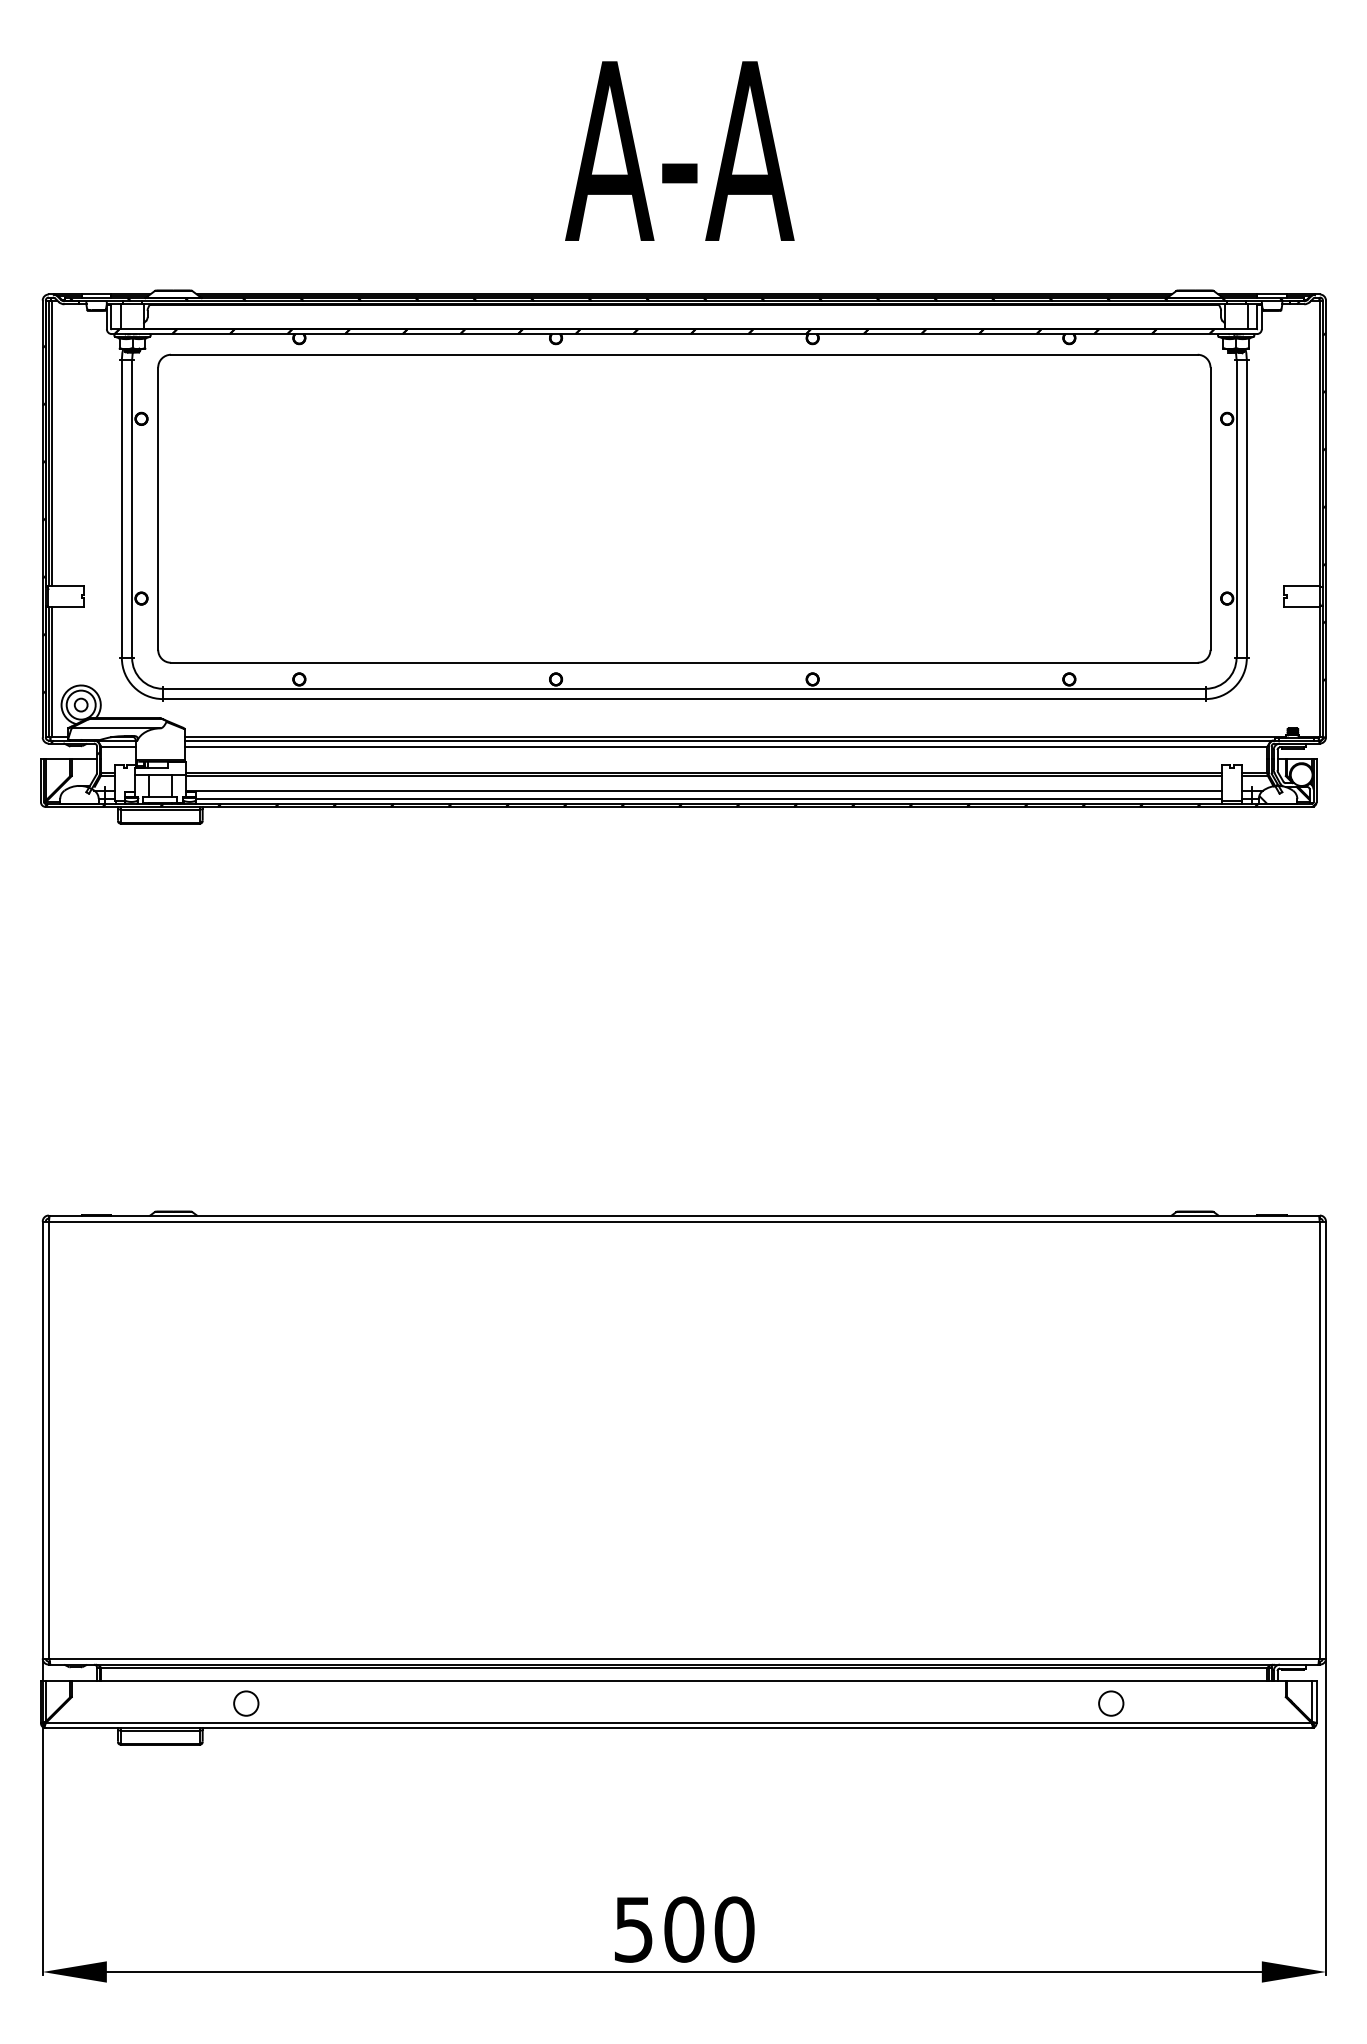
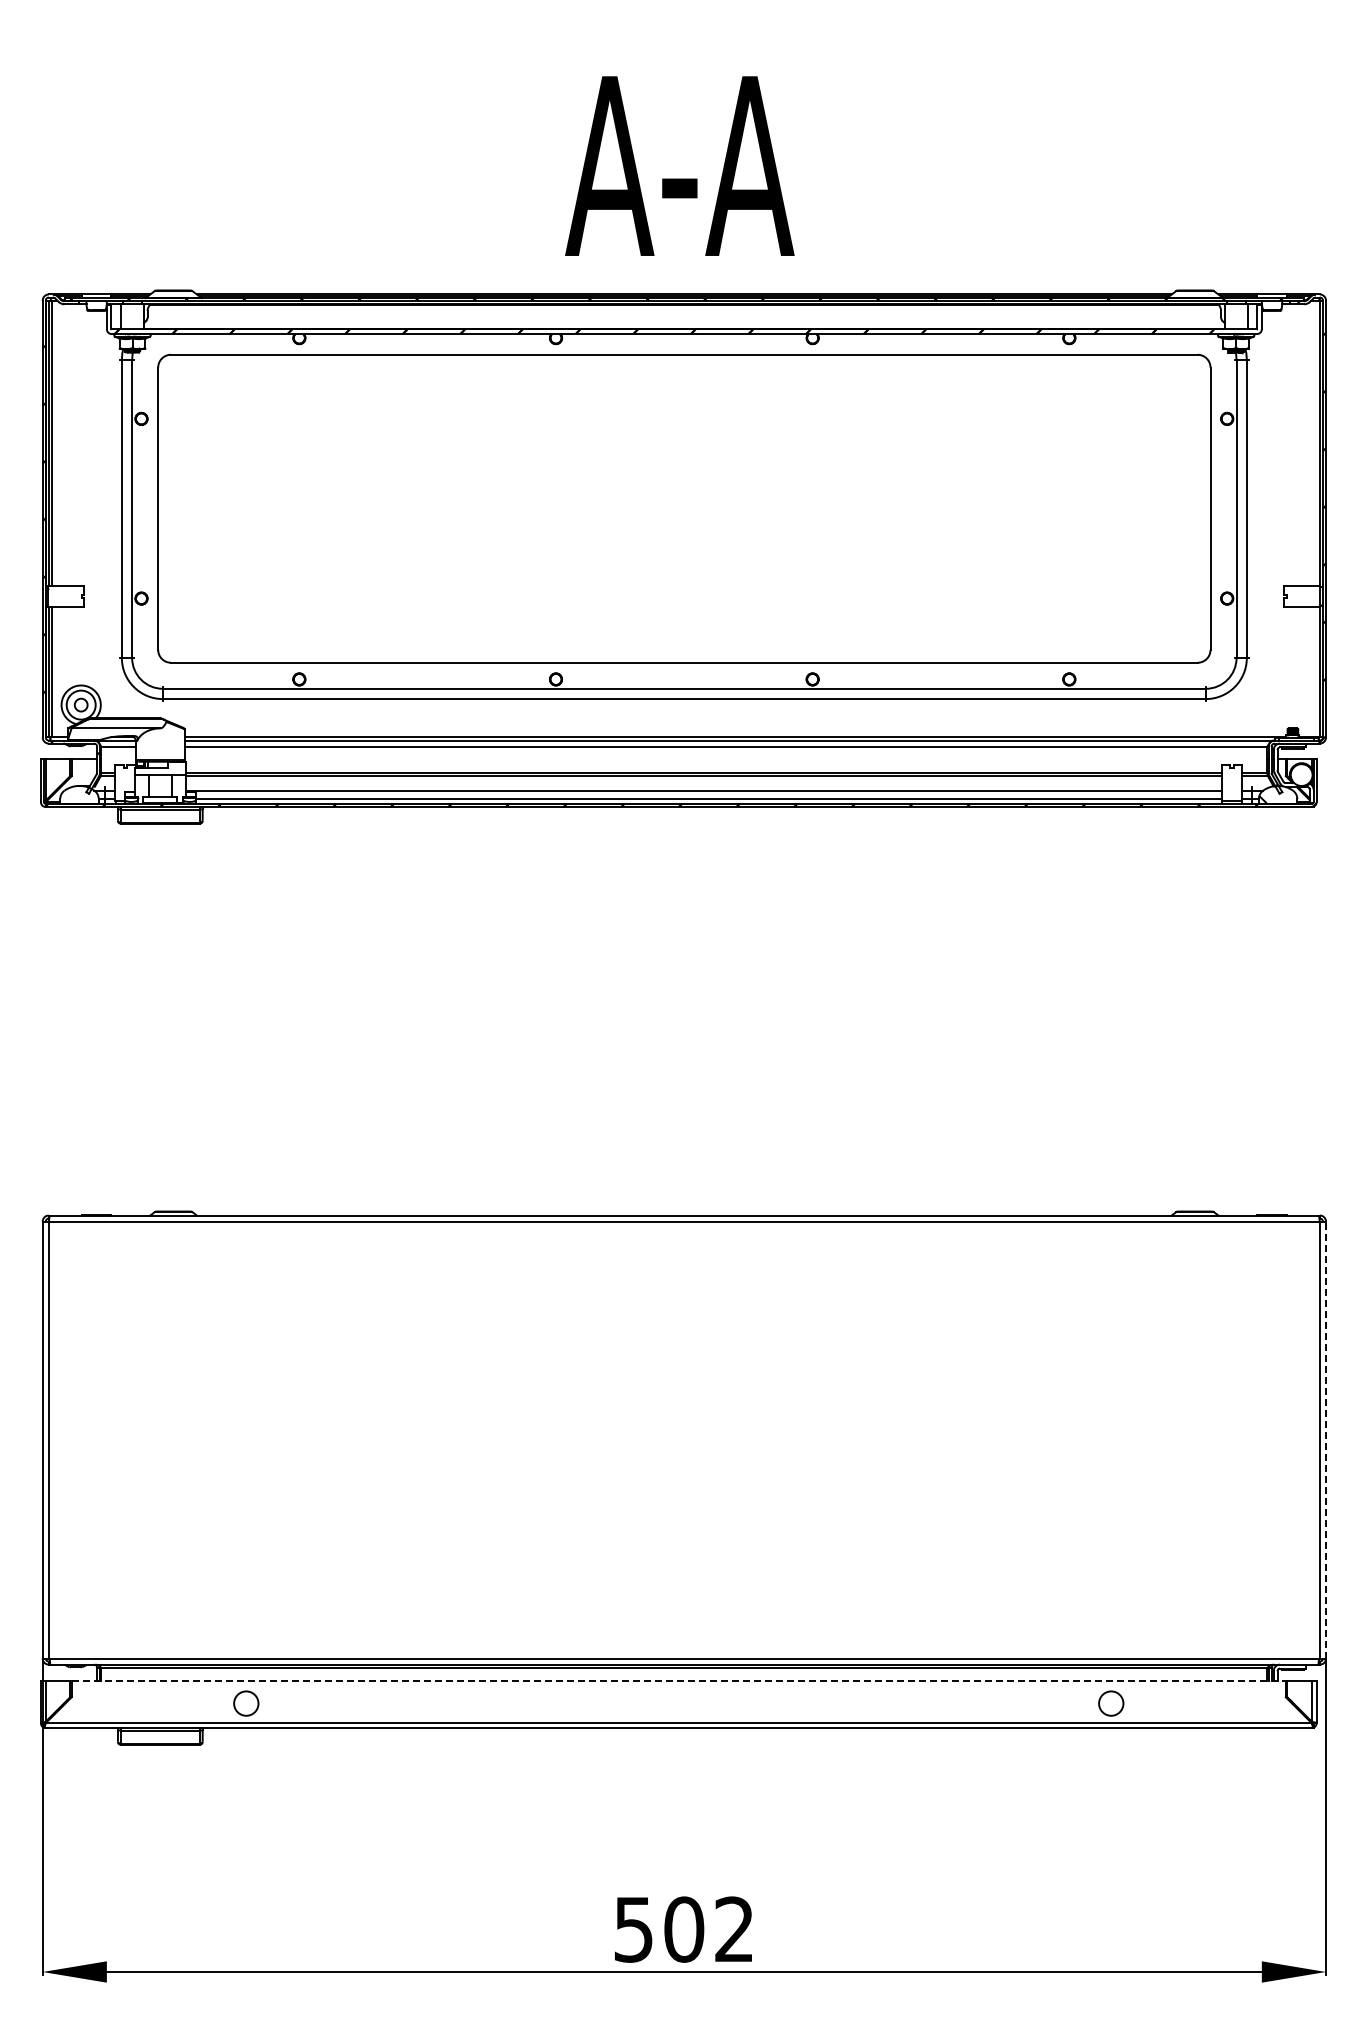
text at (679, 150) position: (679, 150) -> (679, 165)
line at (1326, 1439): solid -> dashed
line at (679, 1680): solid -> dashed
text at (734, 1929): 500 -> 502
